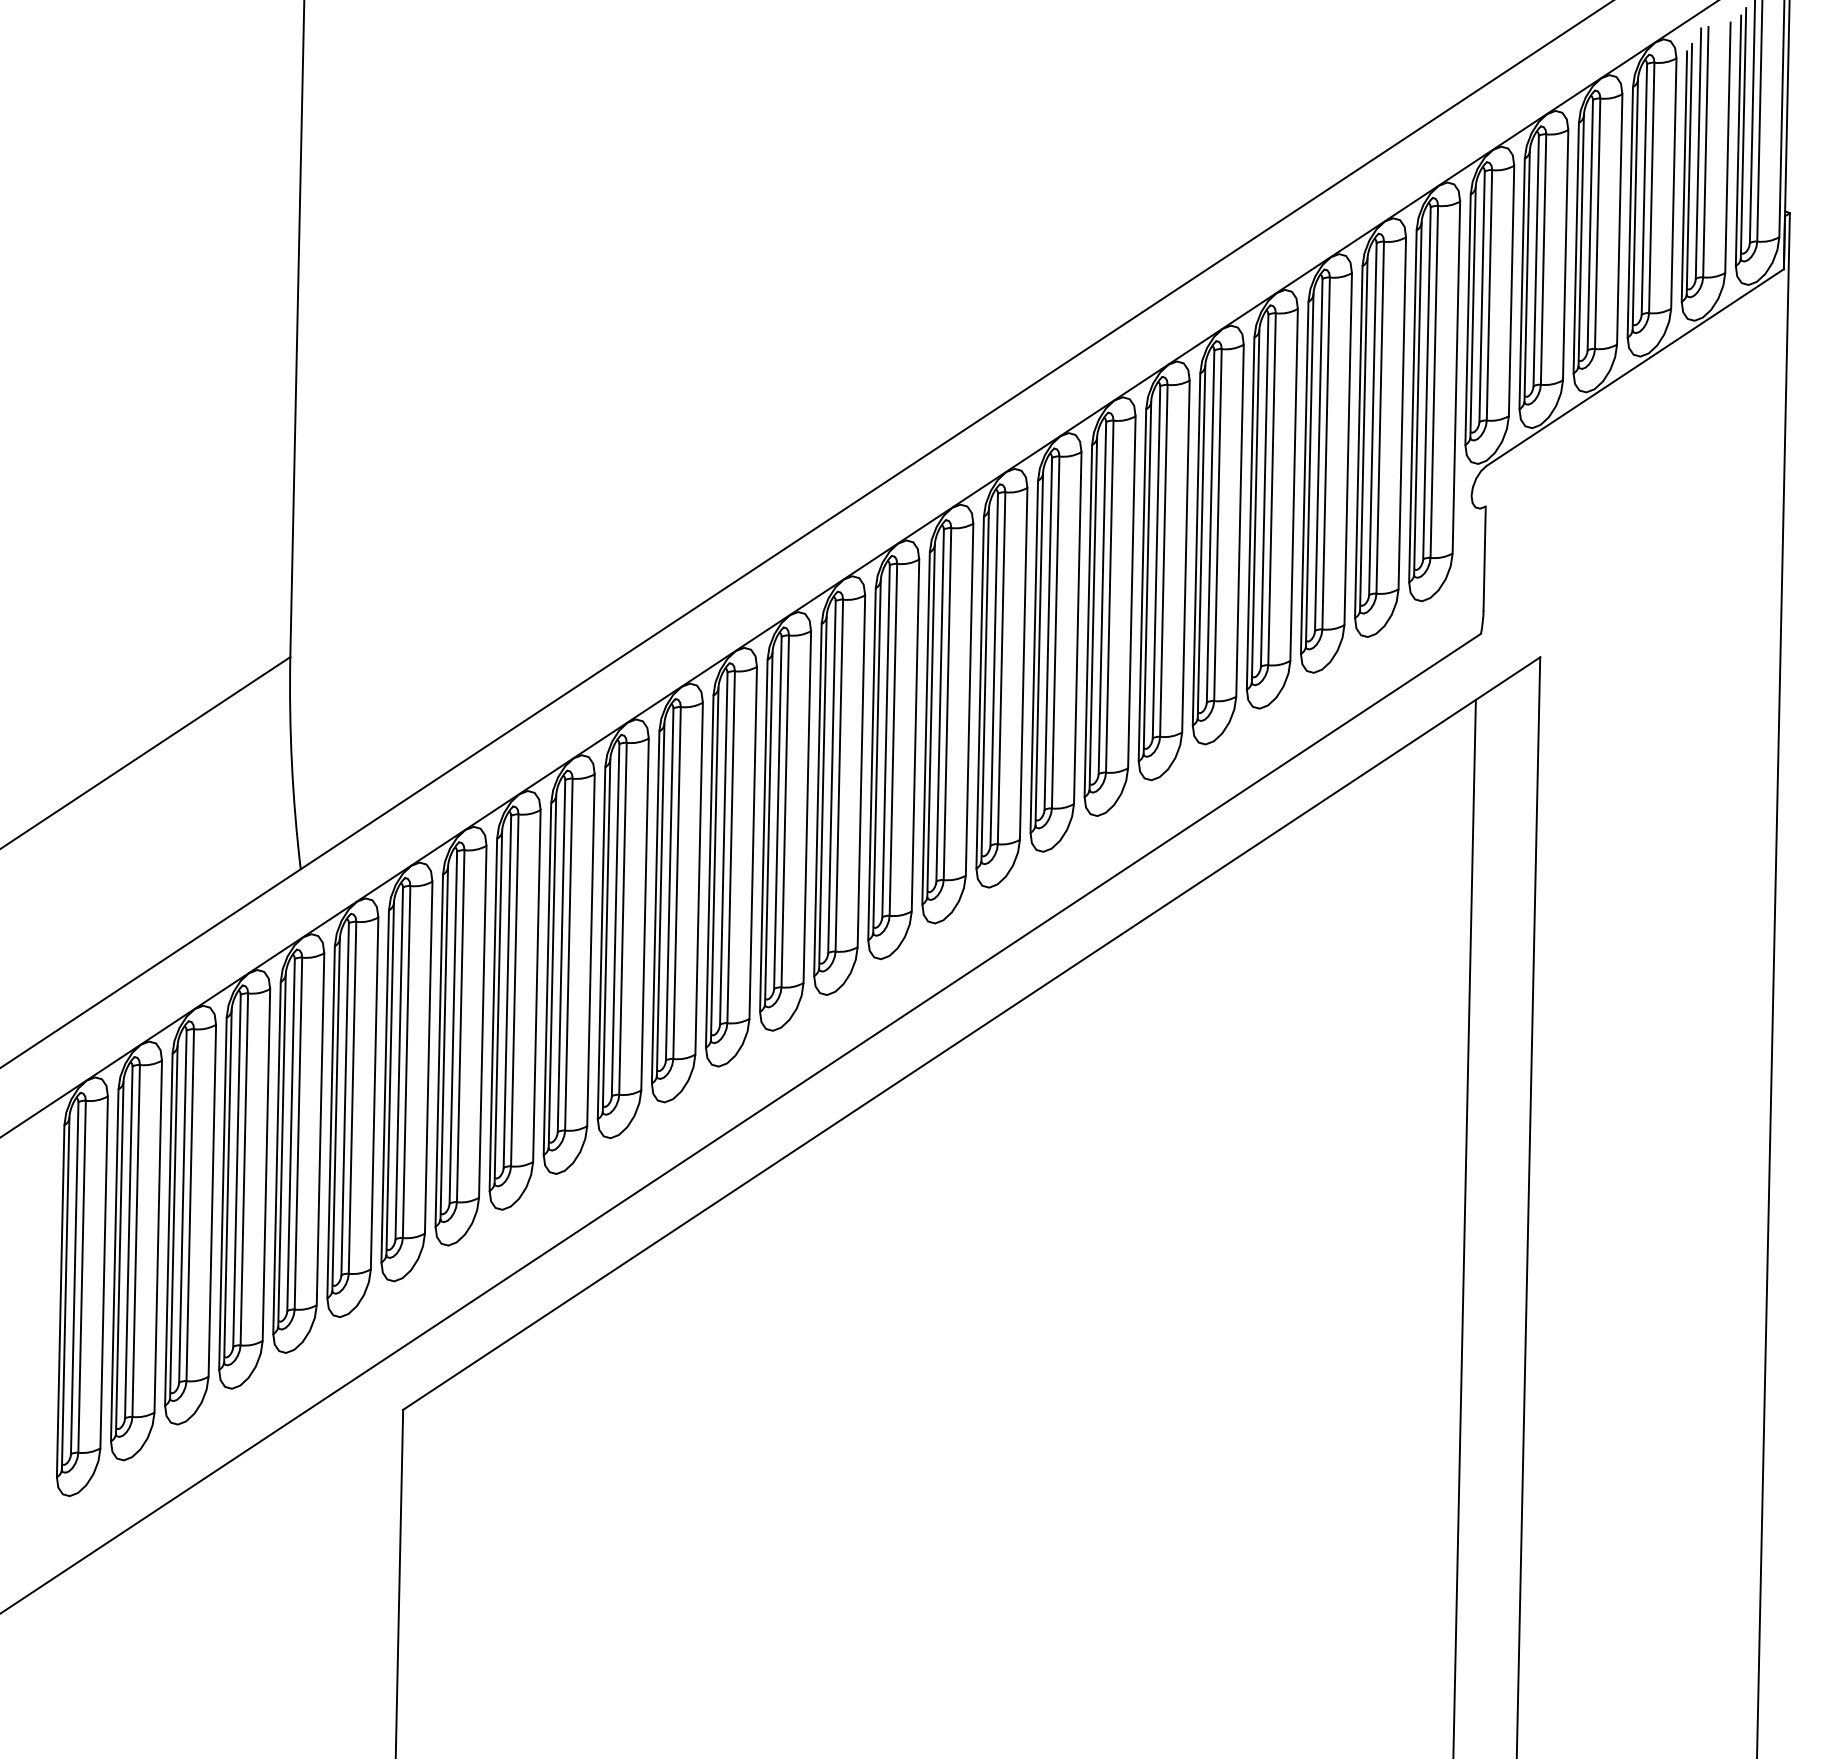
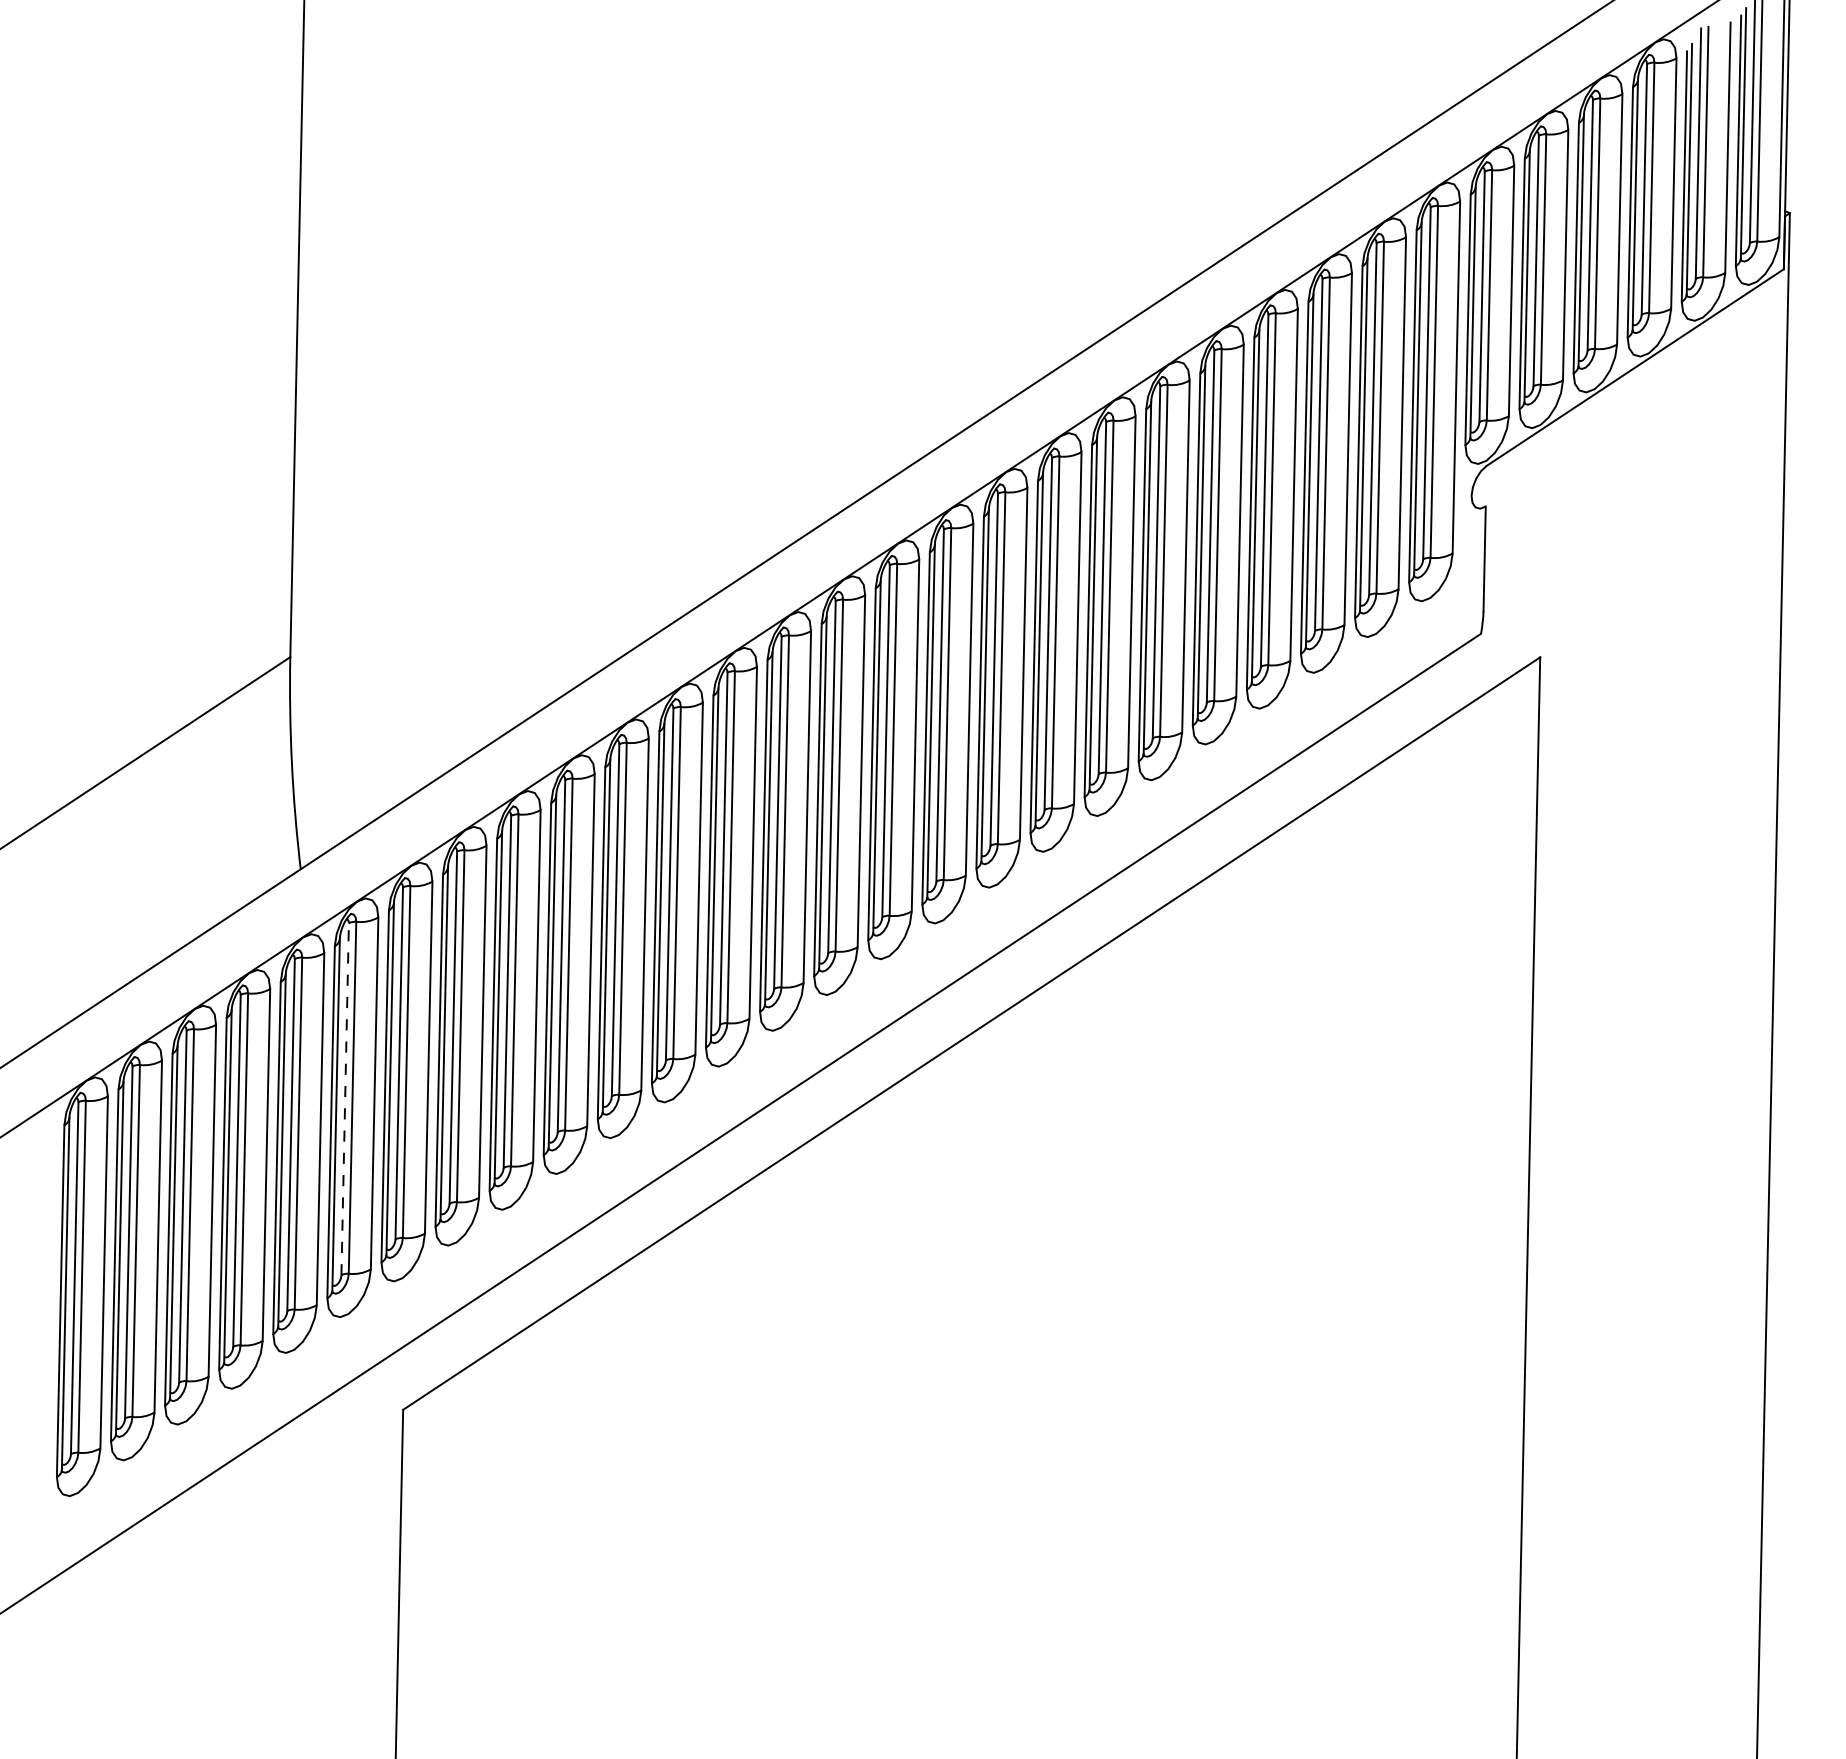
line at (345, 1098): solid -> dashed
line at (1464, 1227): present -> none
